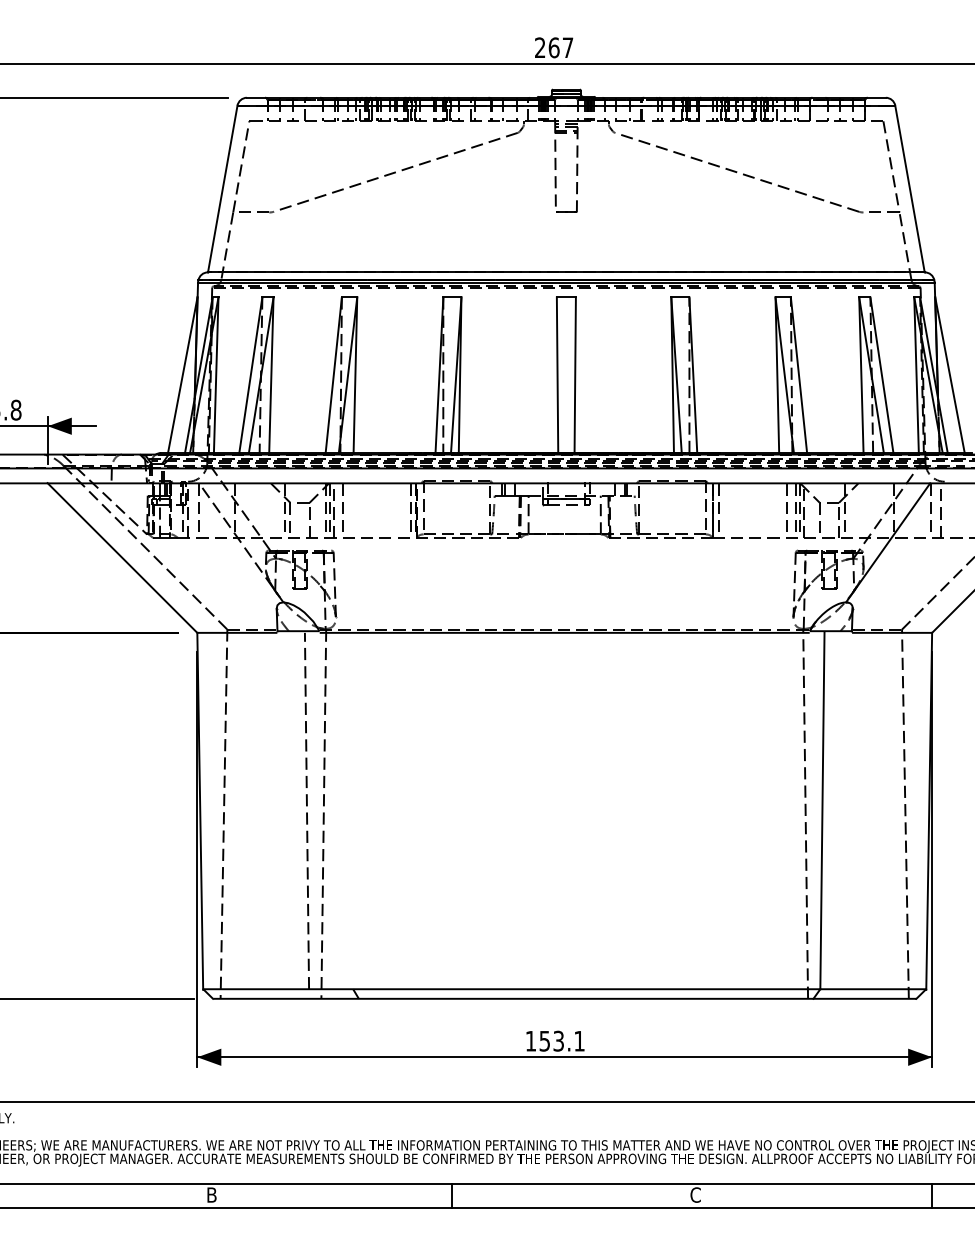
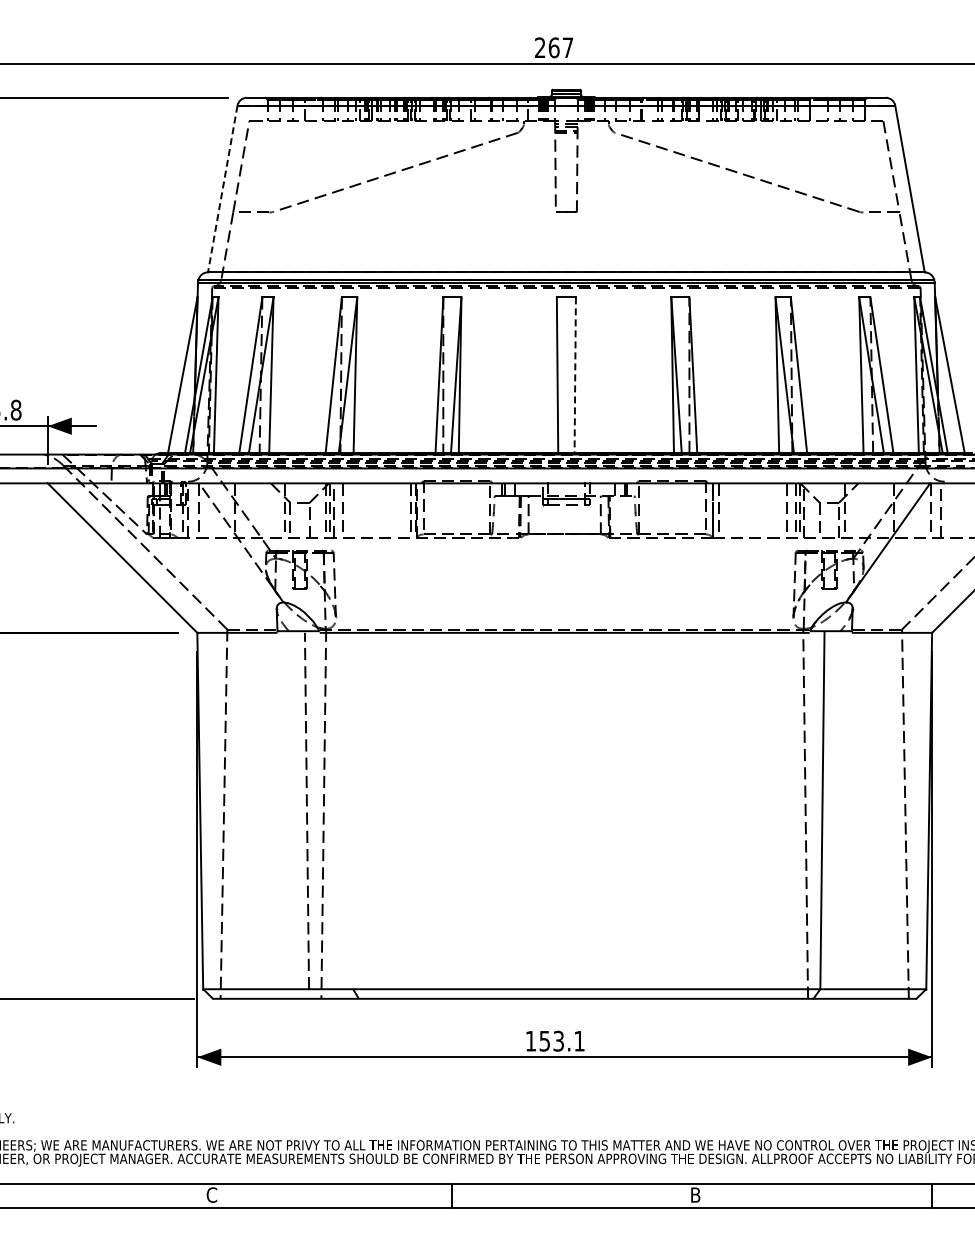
line at (222, 189): solid -> dashed
line at (575, 375): solid -> dashed
line at (486, 1102): present -> none
text at (211, 1194): B -> C
text at (695, 1194): C -> B
